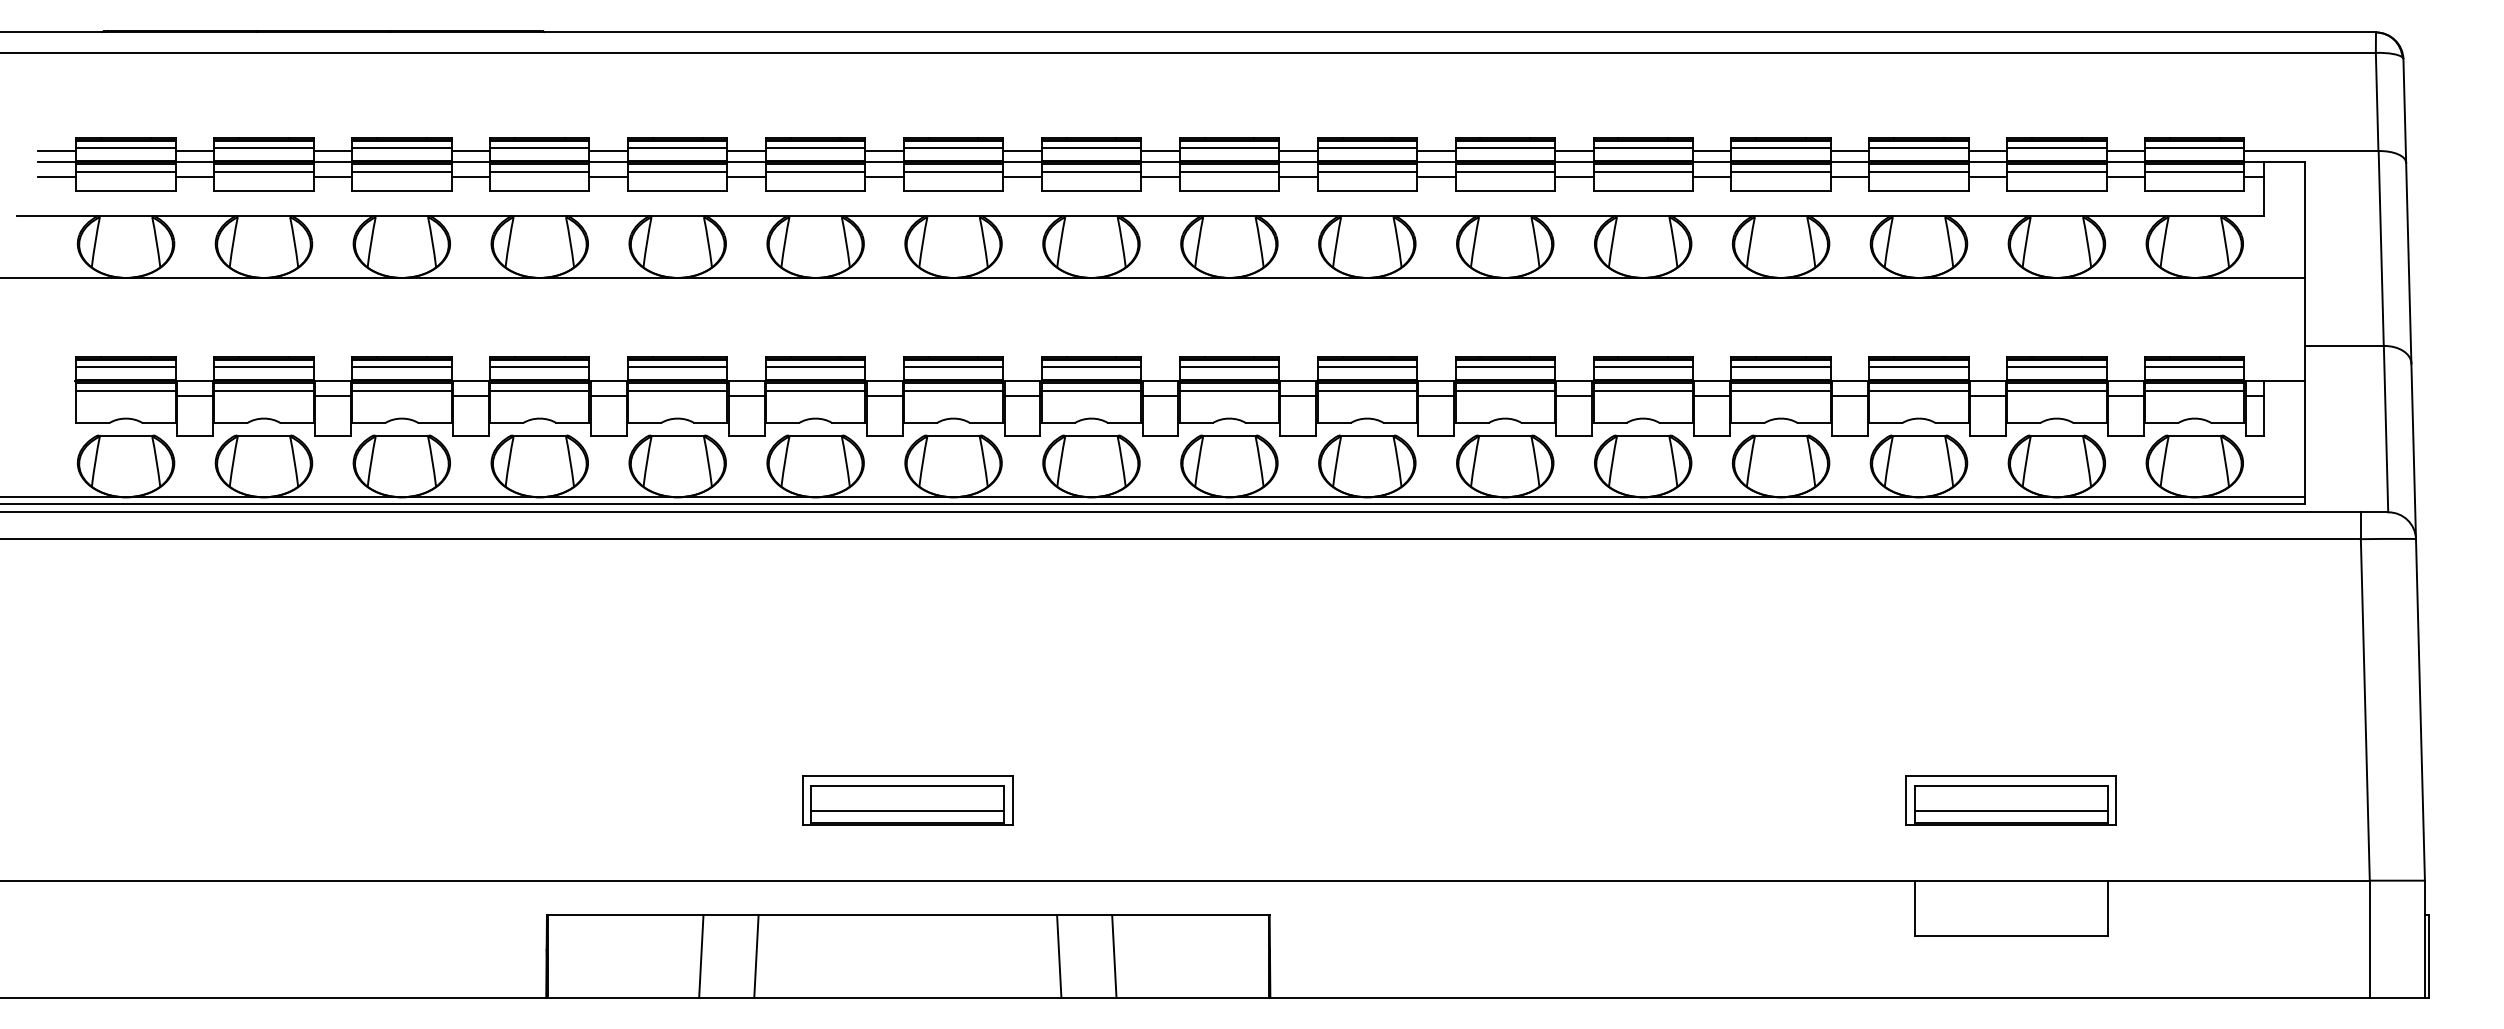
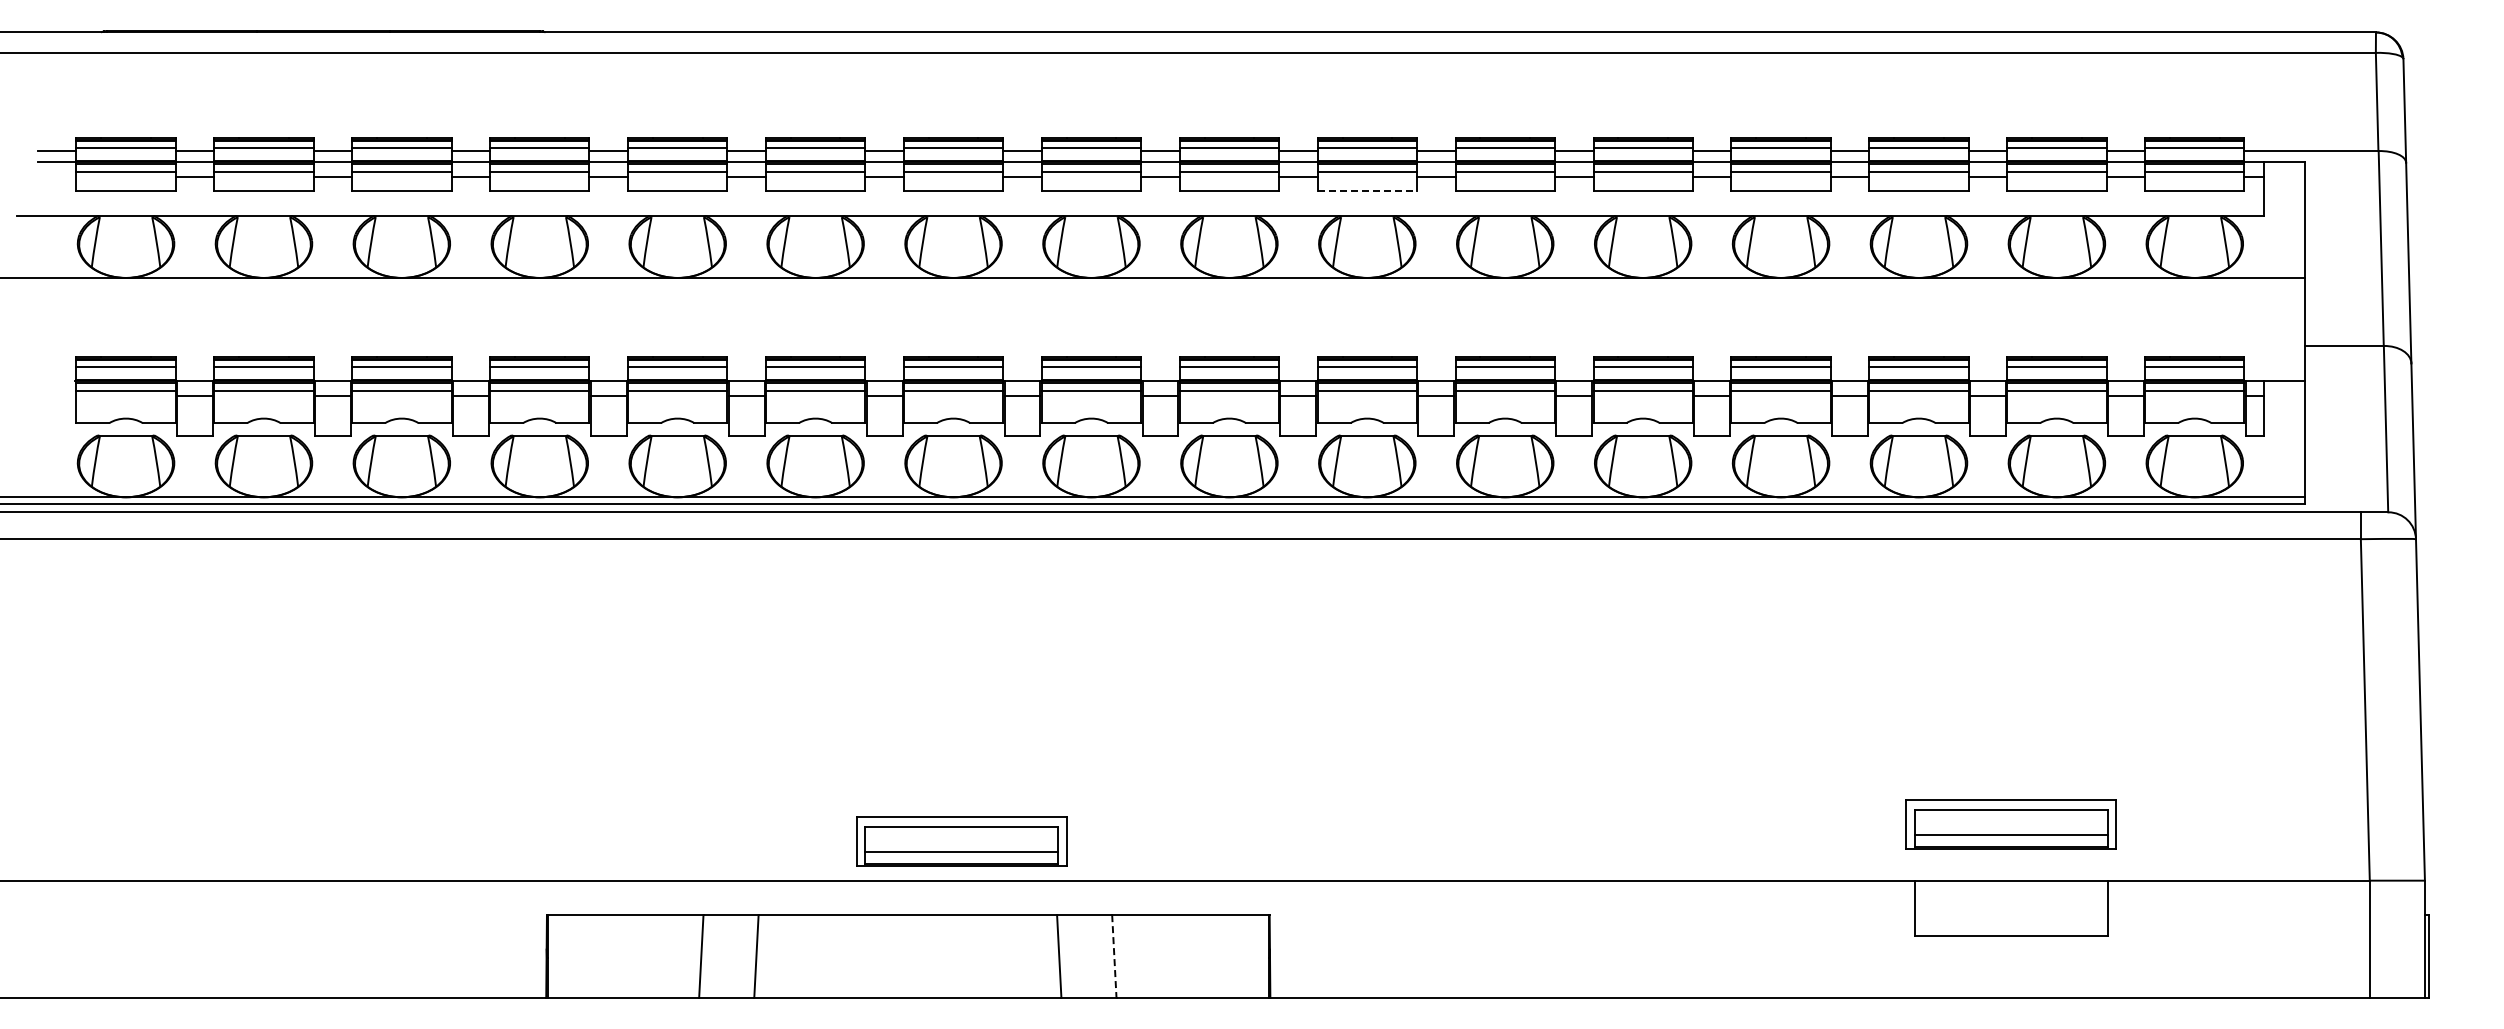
line at (56, 177): present -> none
line at (1367, 191): solid -> dashed
part at (907, 800) position: (907, 800) -> (961, 841)
part at (2010, 800) position: (2010, 800) -> (2010, 824)
line at (1114, 957): solid -> dashed
